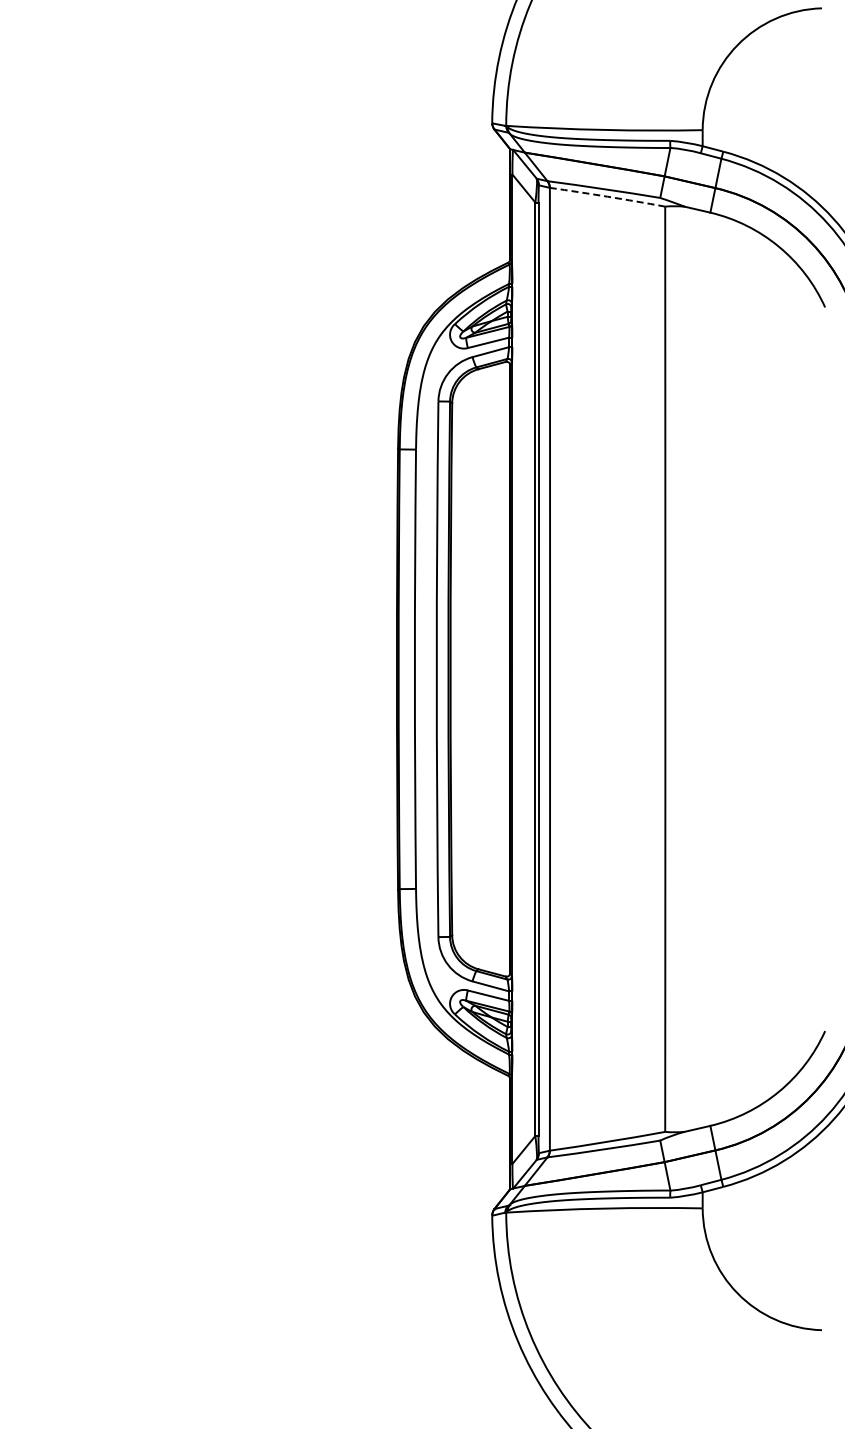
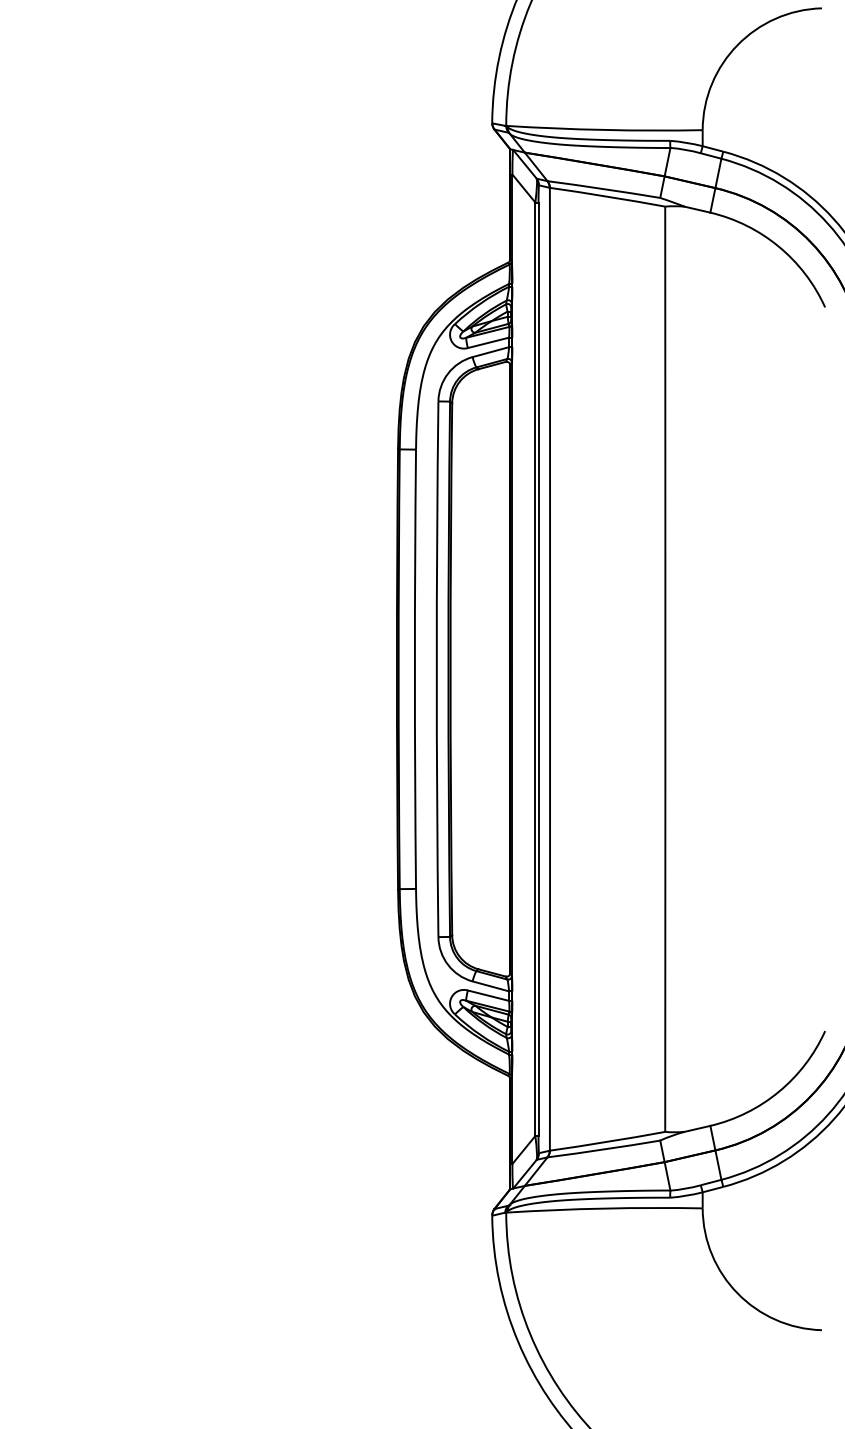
arc at (607, 196): dashed -> solid
